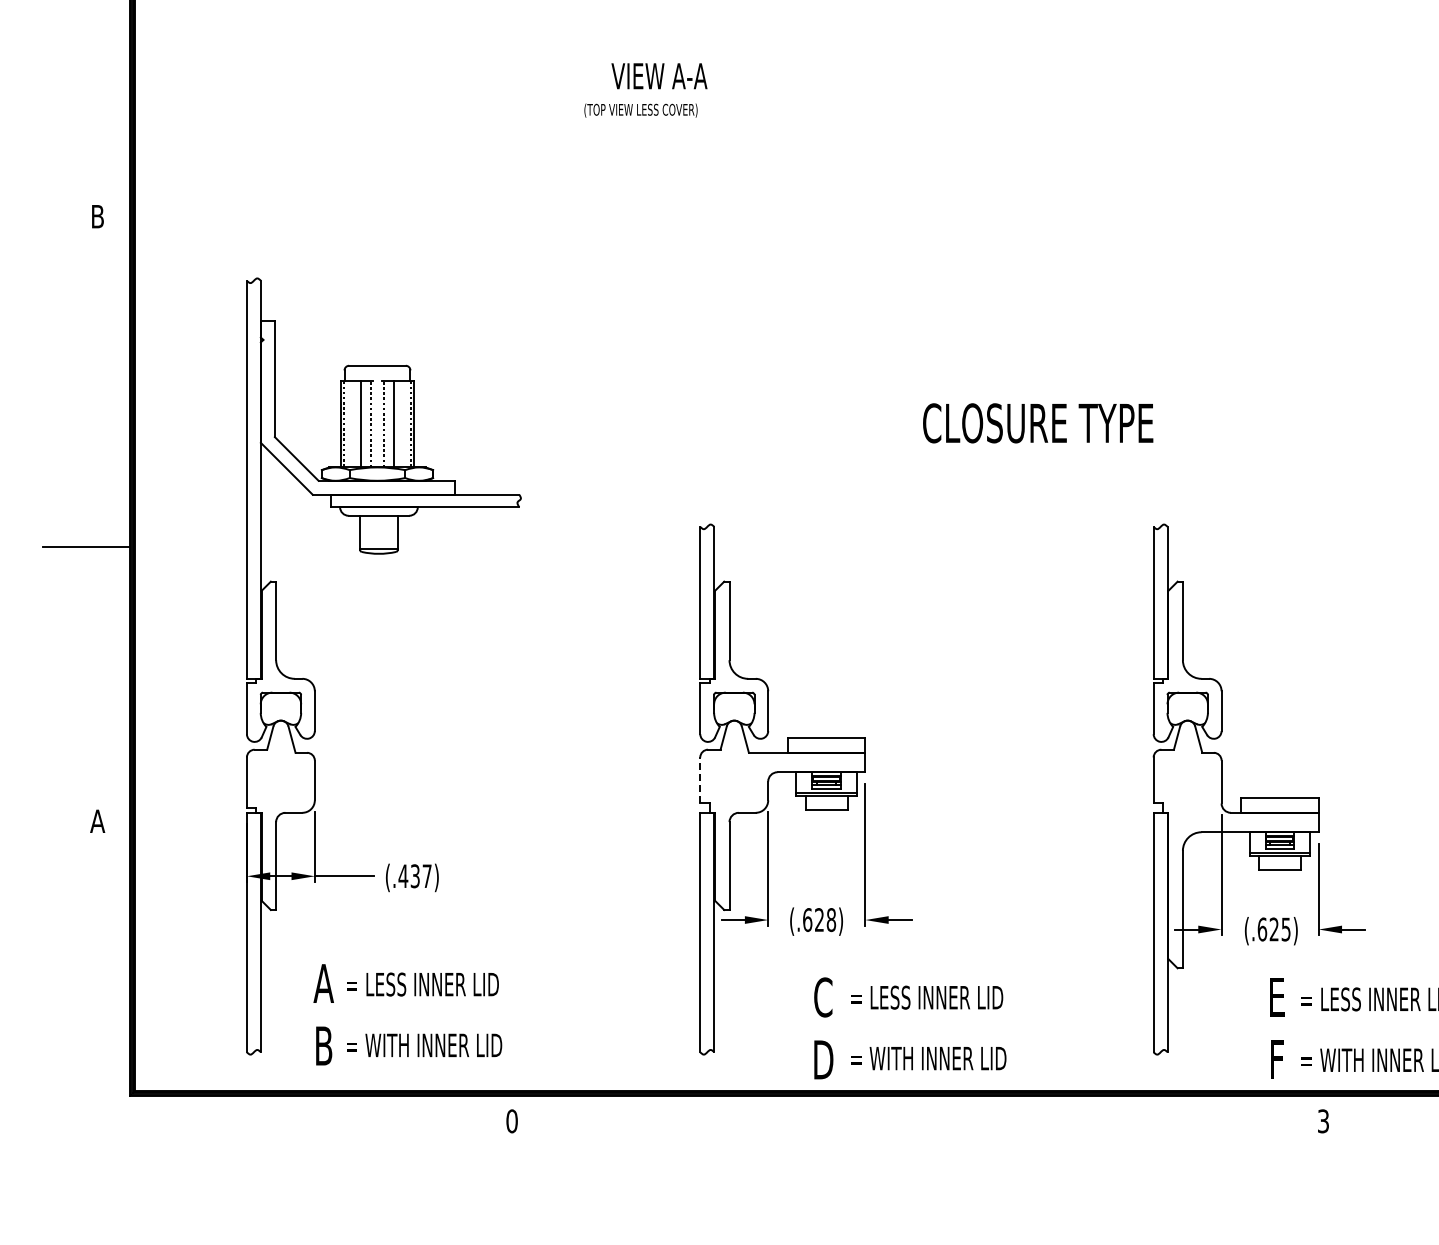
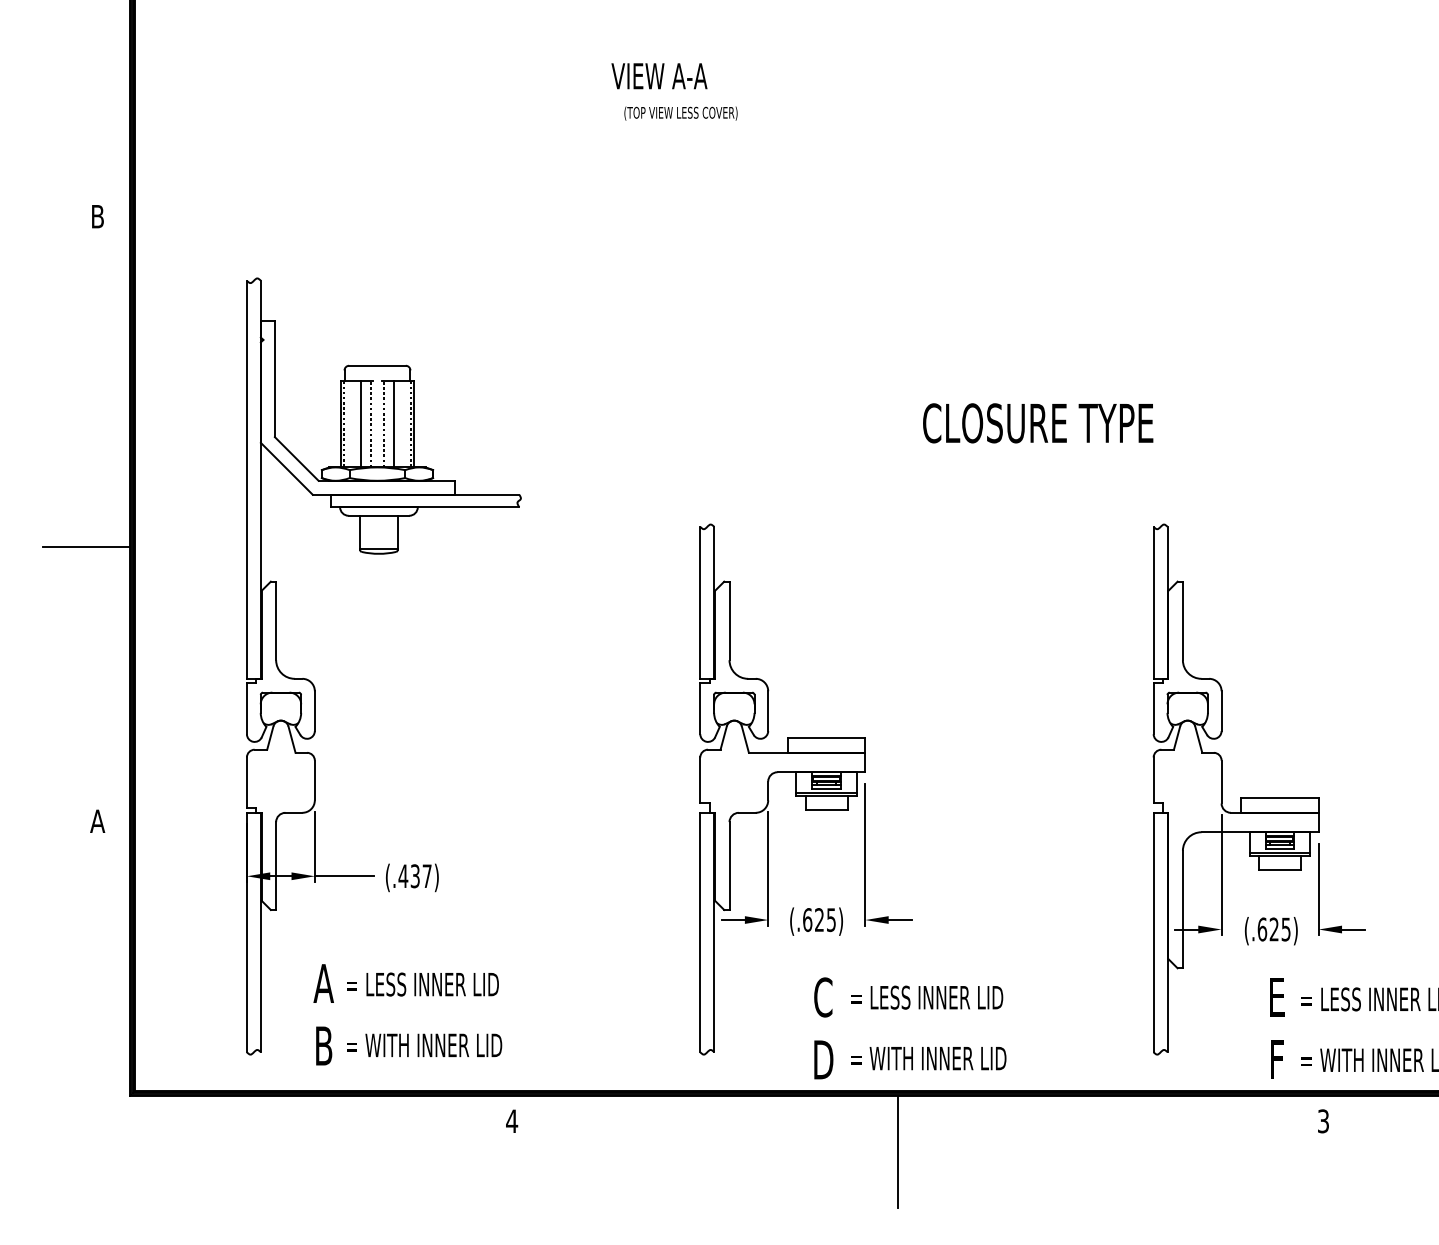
text at (640, 110) position: (640, 110) -> (680, 113)
line at (700, 780): dashed -> solid
text at (831, 919): (.628) -> (.625)
text at (512, 1121): 0 -> 4
line at (898, 1151): none -> present
